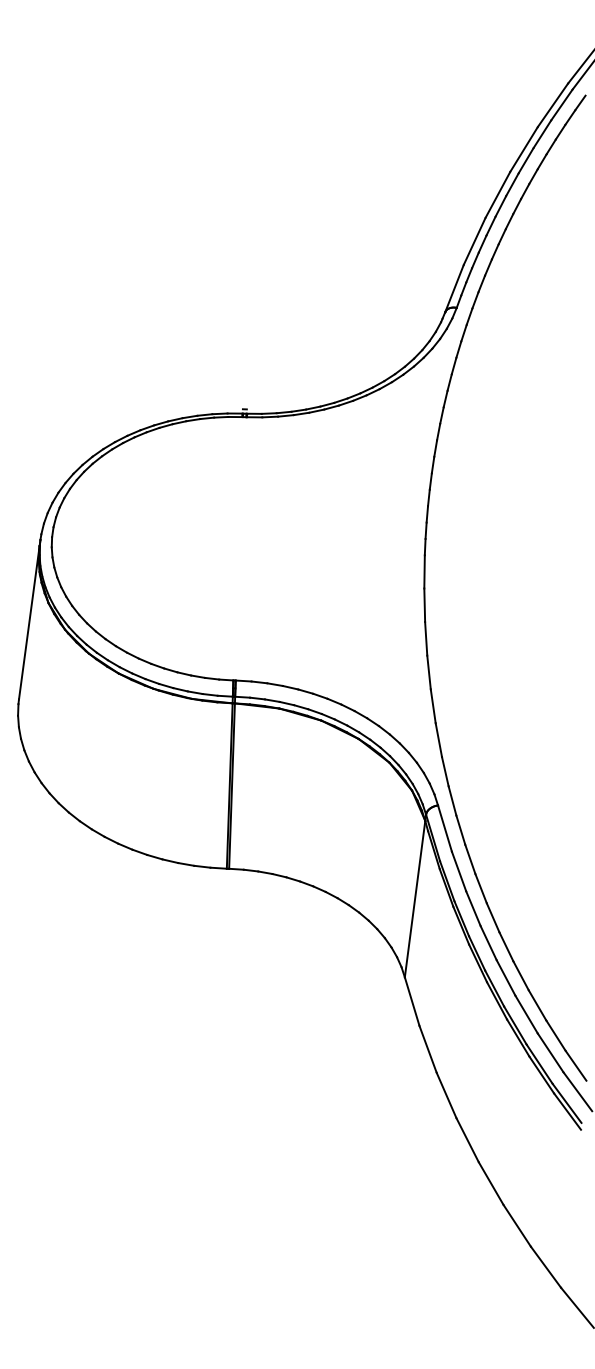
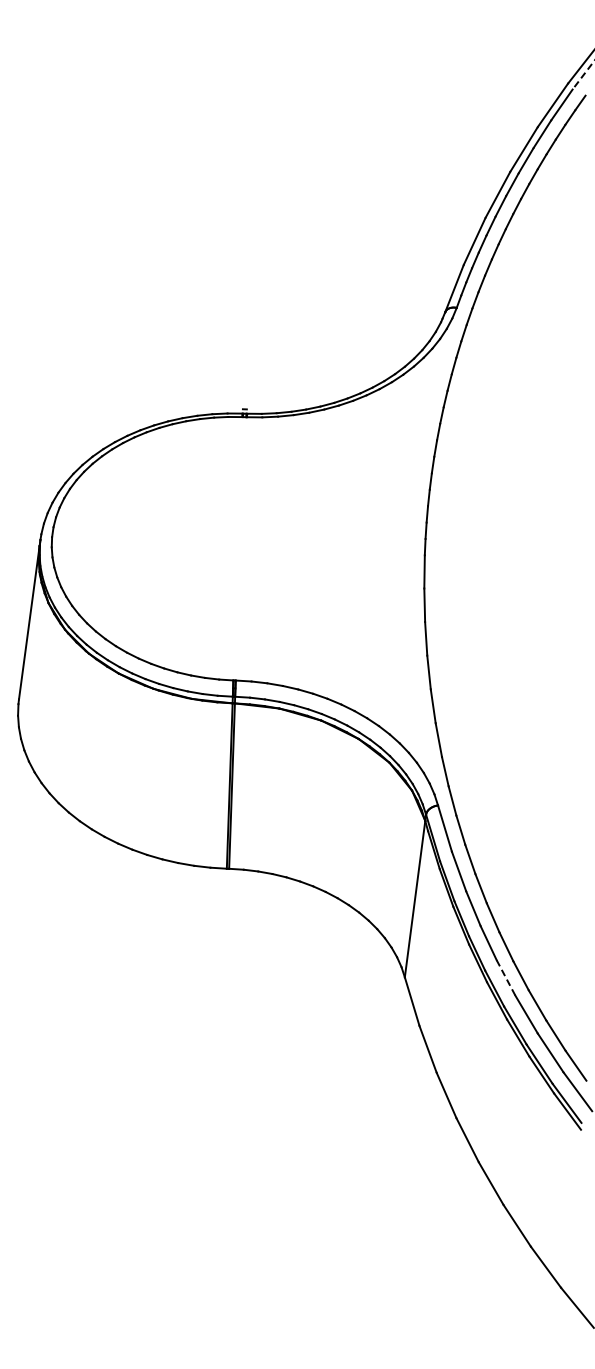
line at (583, 75): solid -> dashed
line at (506, 978): solid -> dashed
